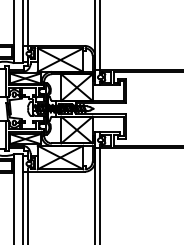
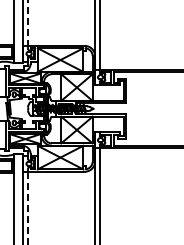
line at (28, 23): solid -> dashed
line at (28, 208): solid -> dashed
